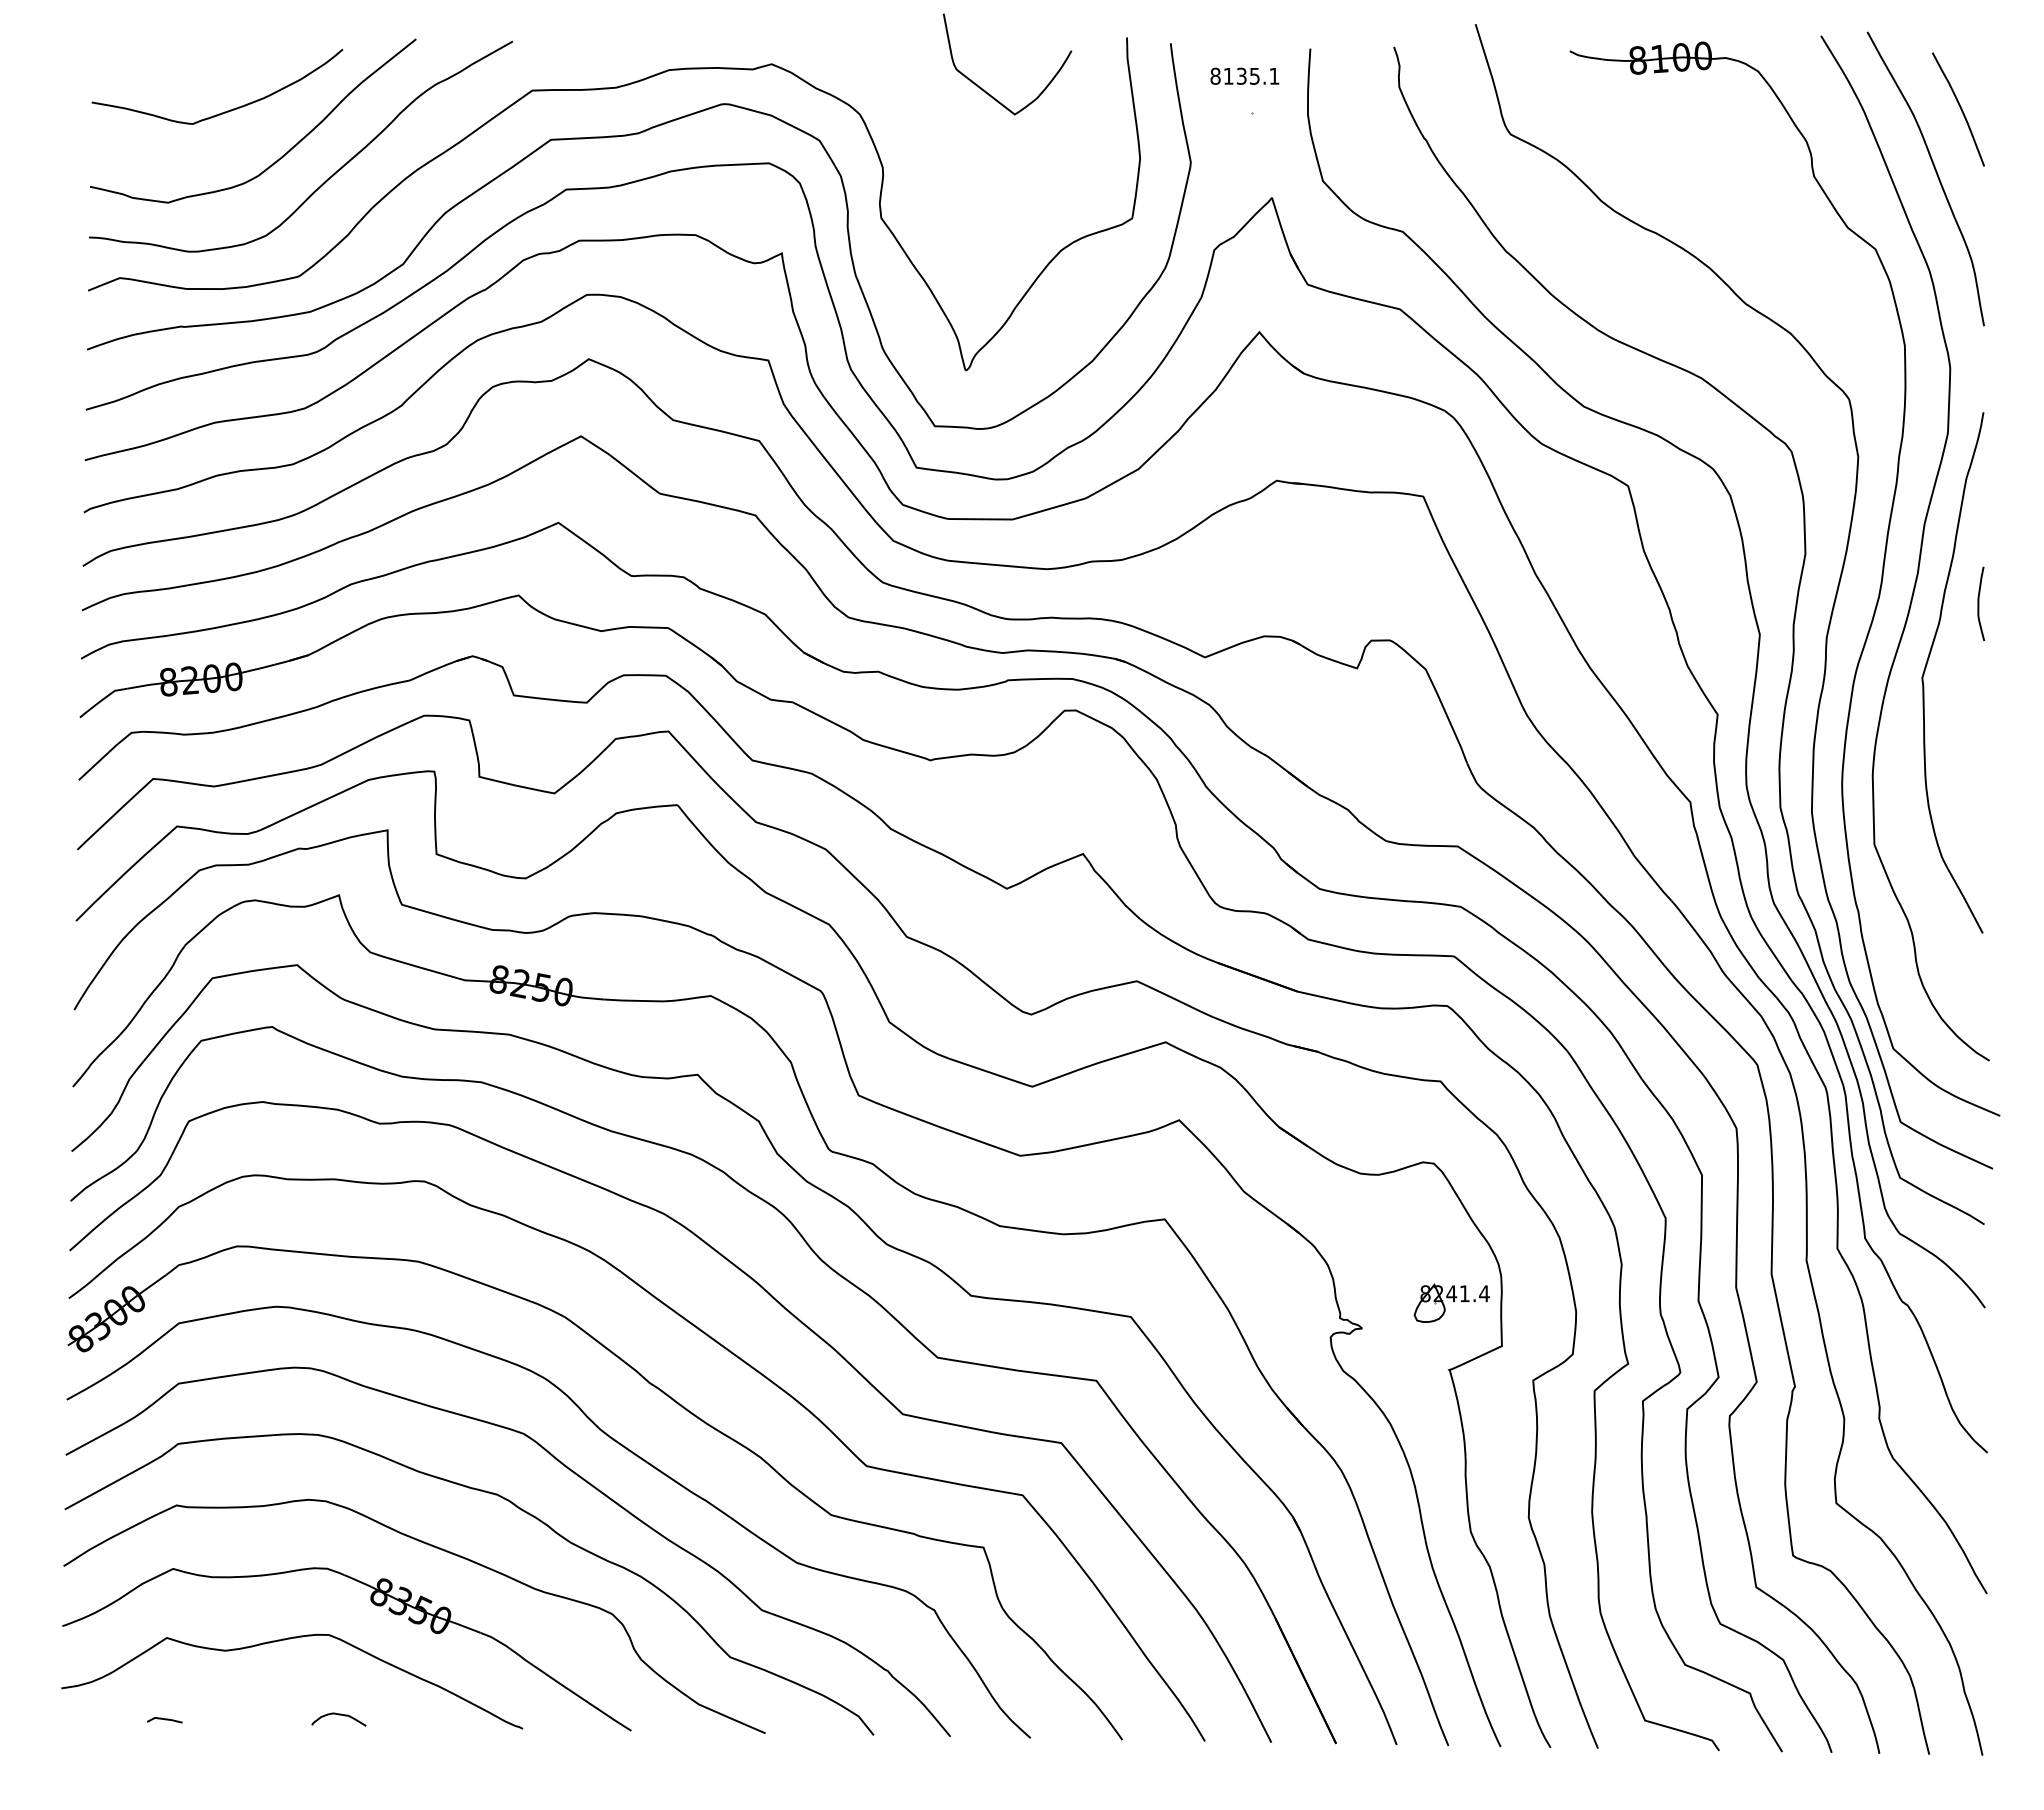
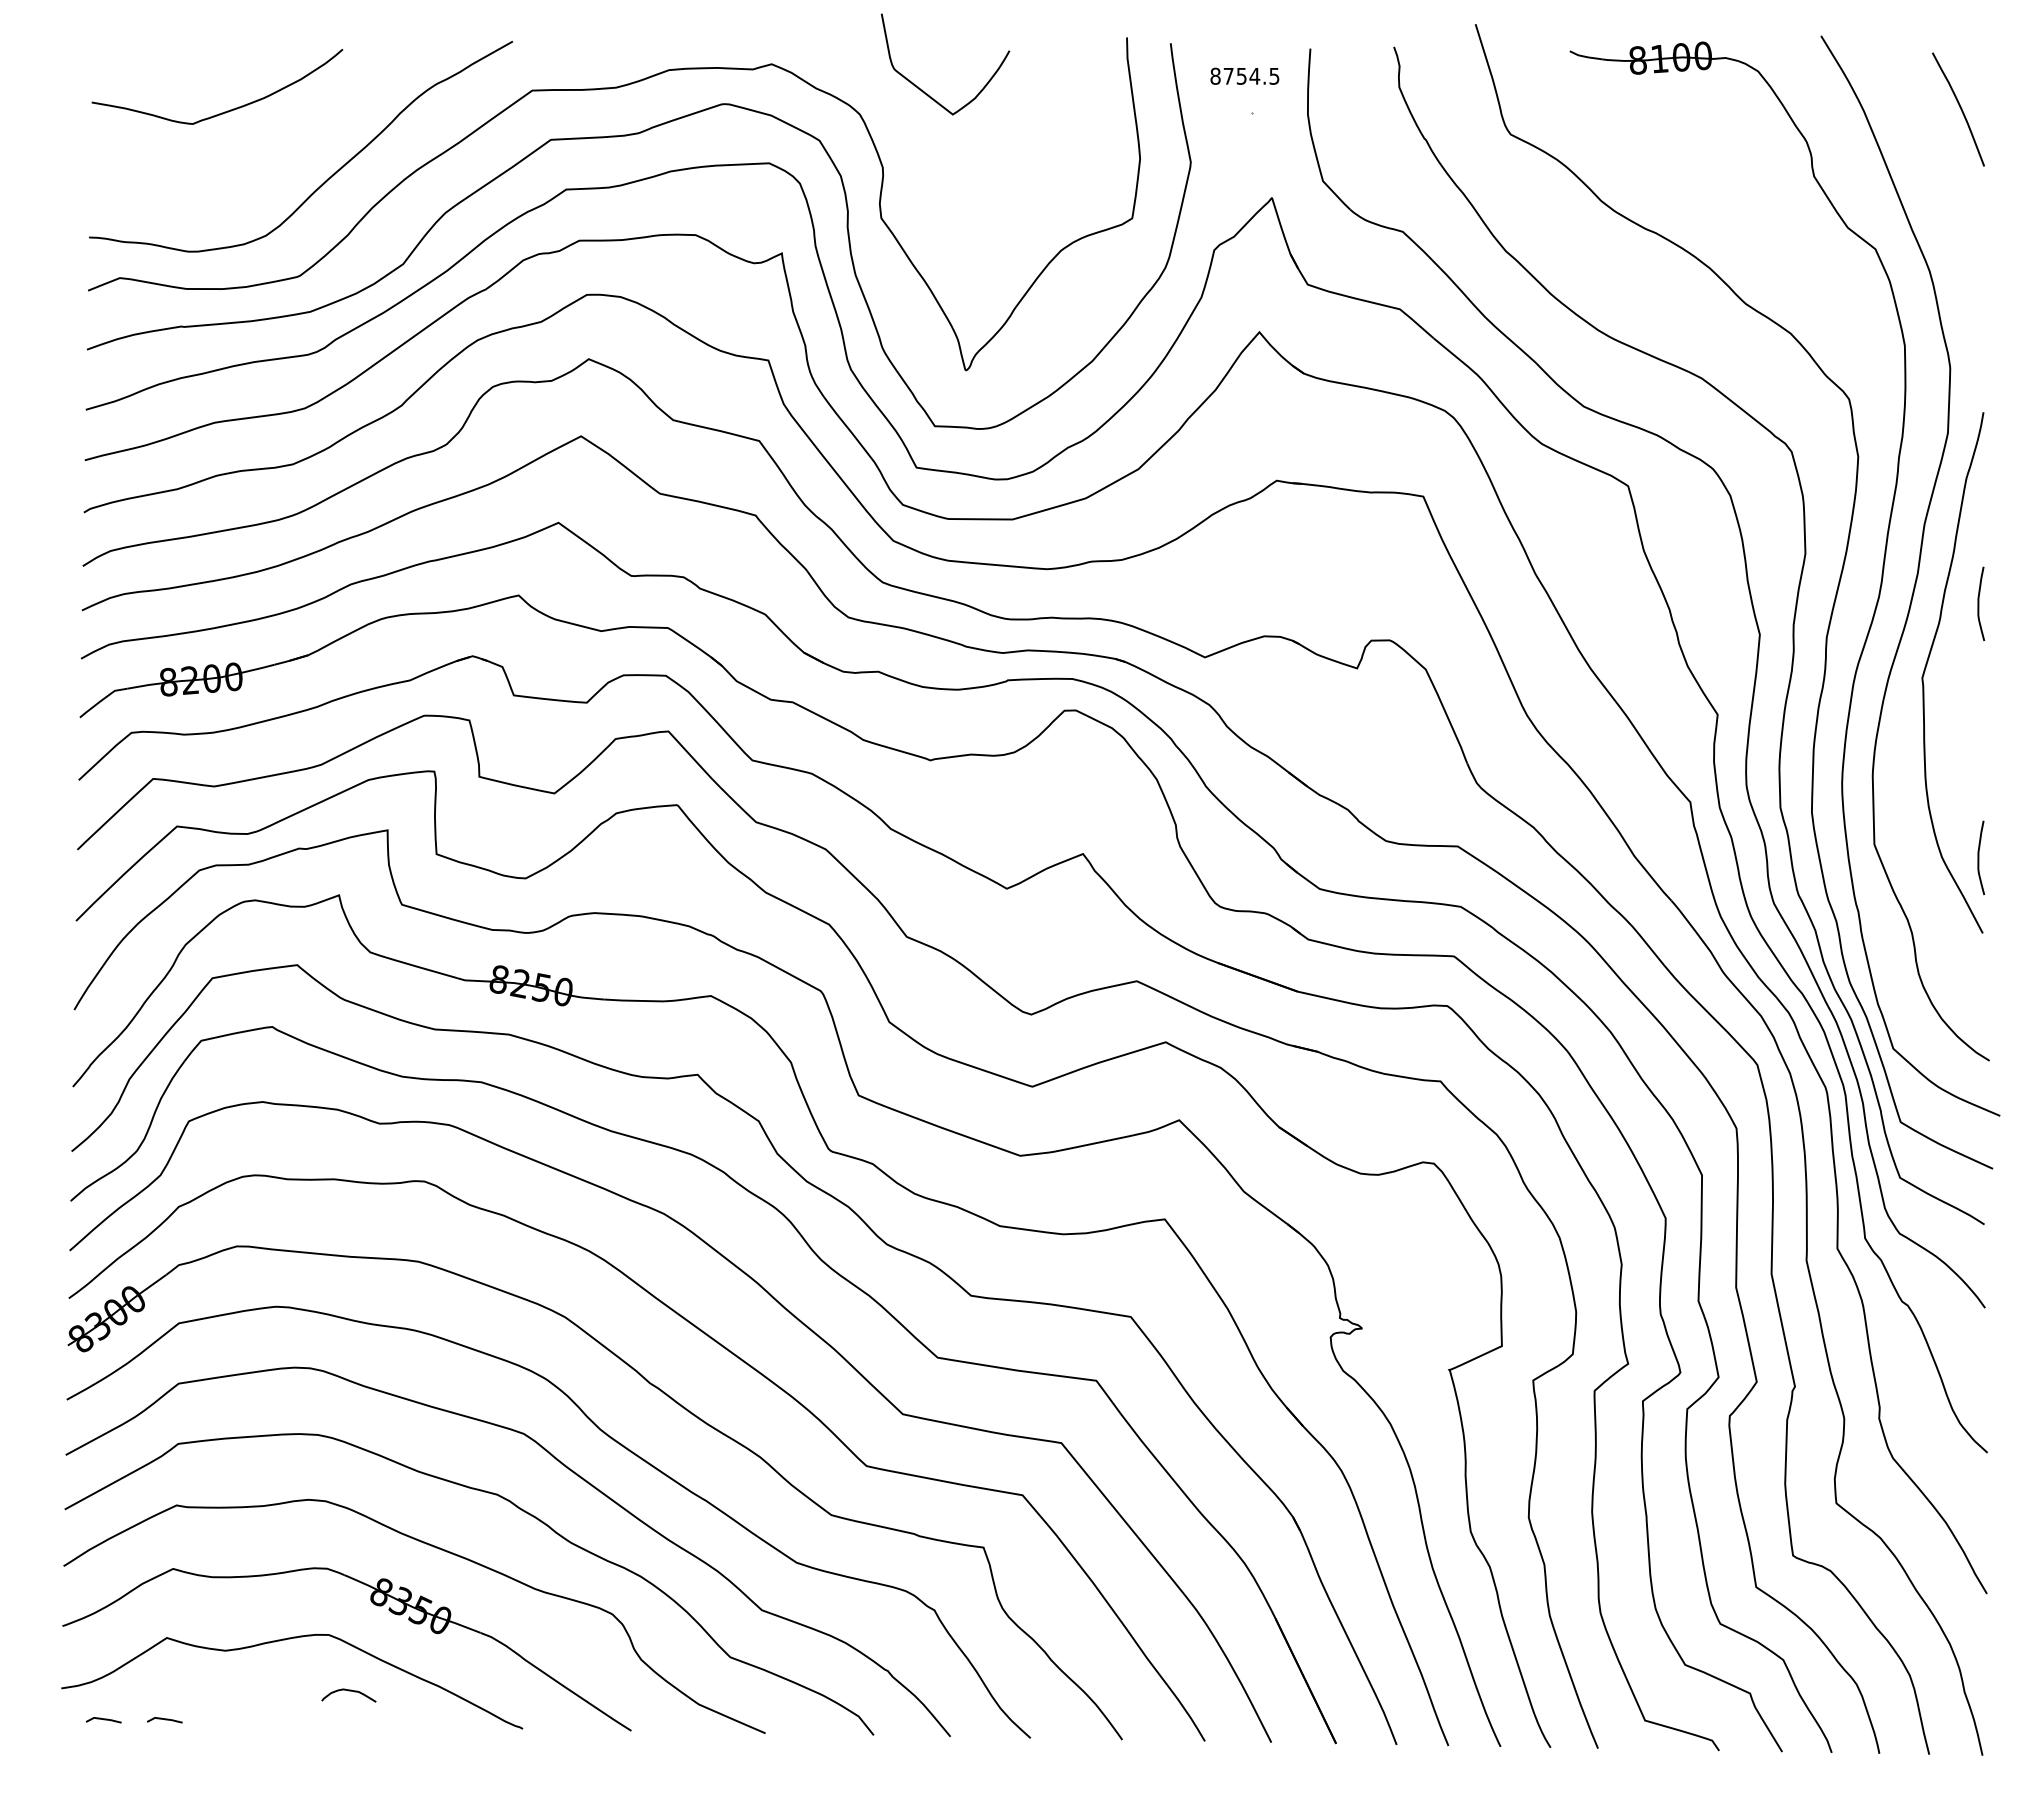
text at (1251, 75): 8135.1 -> 8754.5
curve at (984, 89) position: (984, 89) -> (922, 89)
curve at (284, 153): present -> none
curve at (1936, 175): present -> none
curve at (1979, 857): none -> present
part at (1451, 1302): present -> none
curve at (338, 1715) position: (338, 1715) -> (348, 1691)
line at (103, 1720): none -> present
